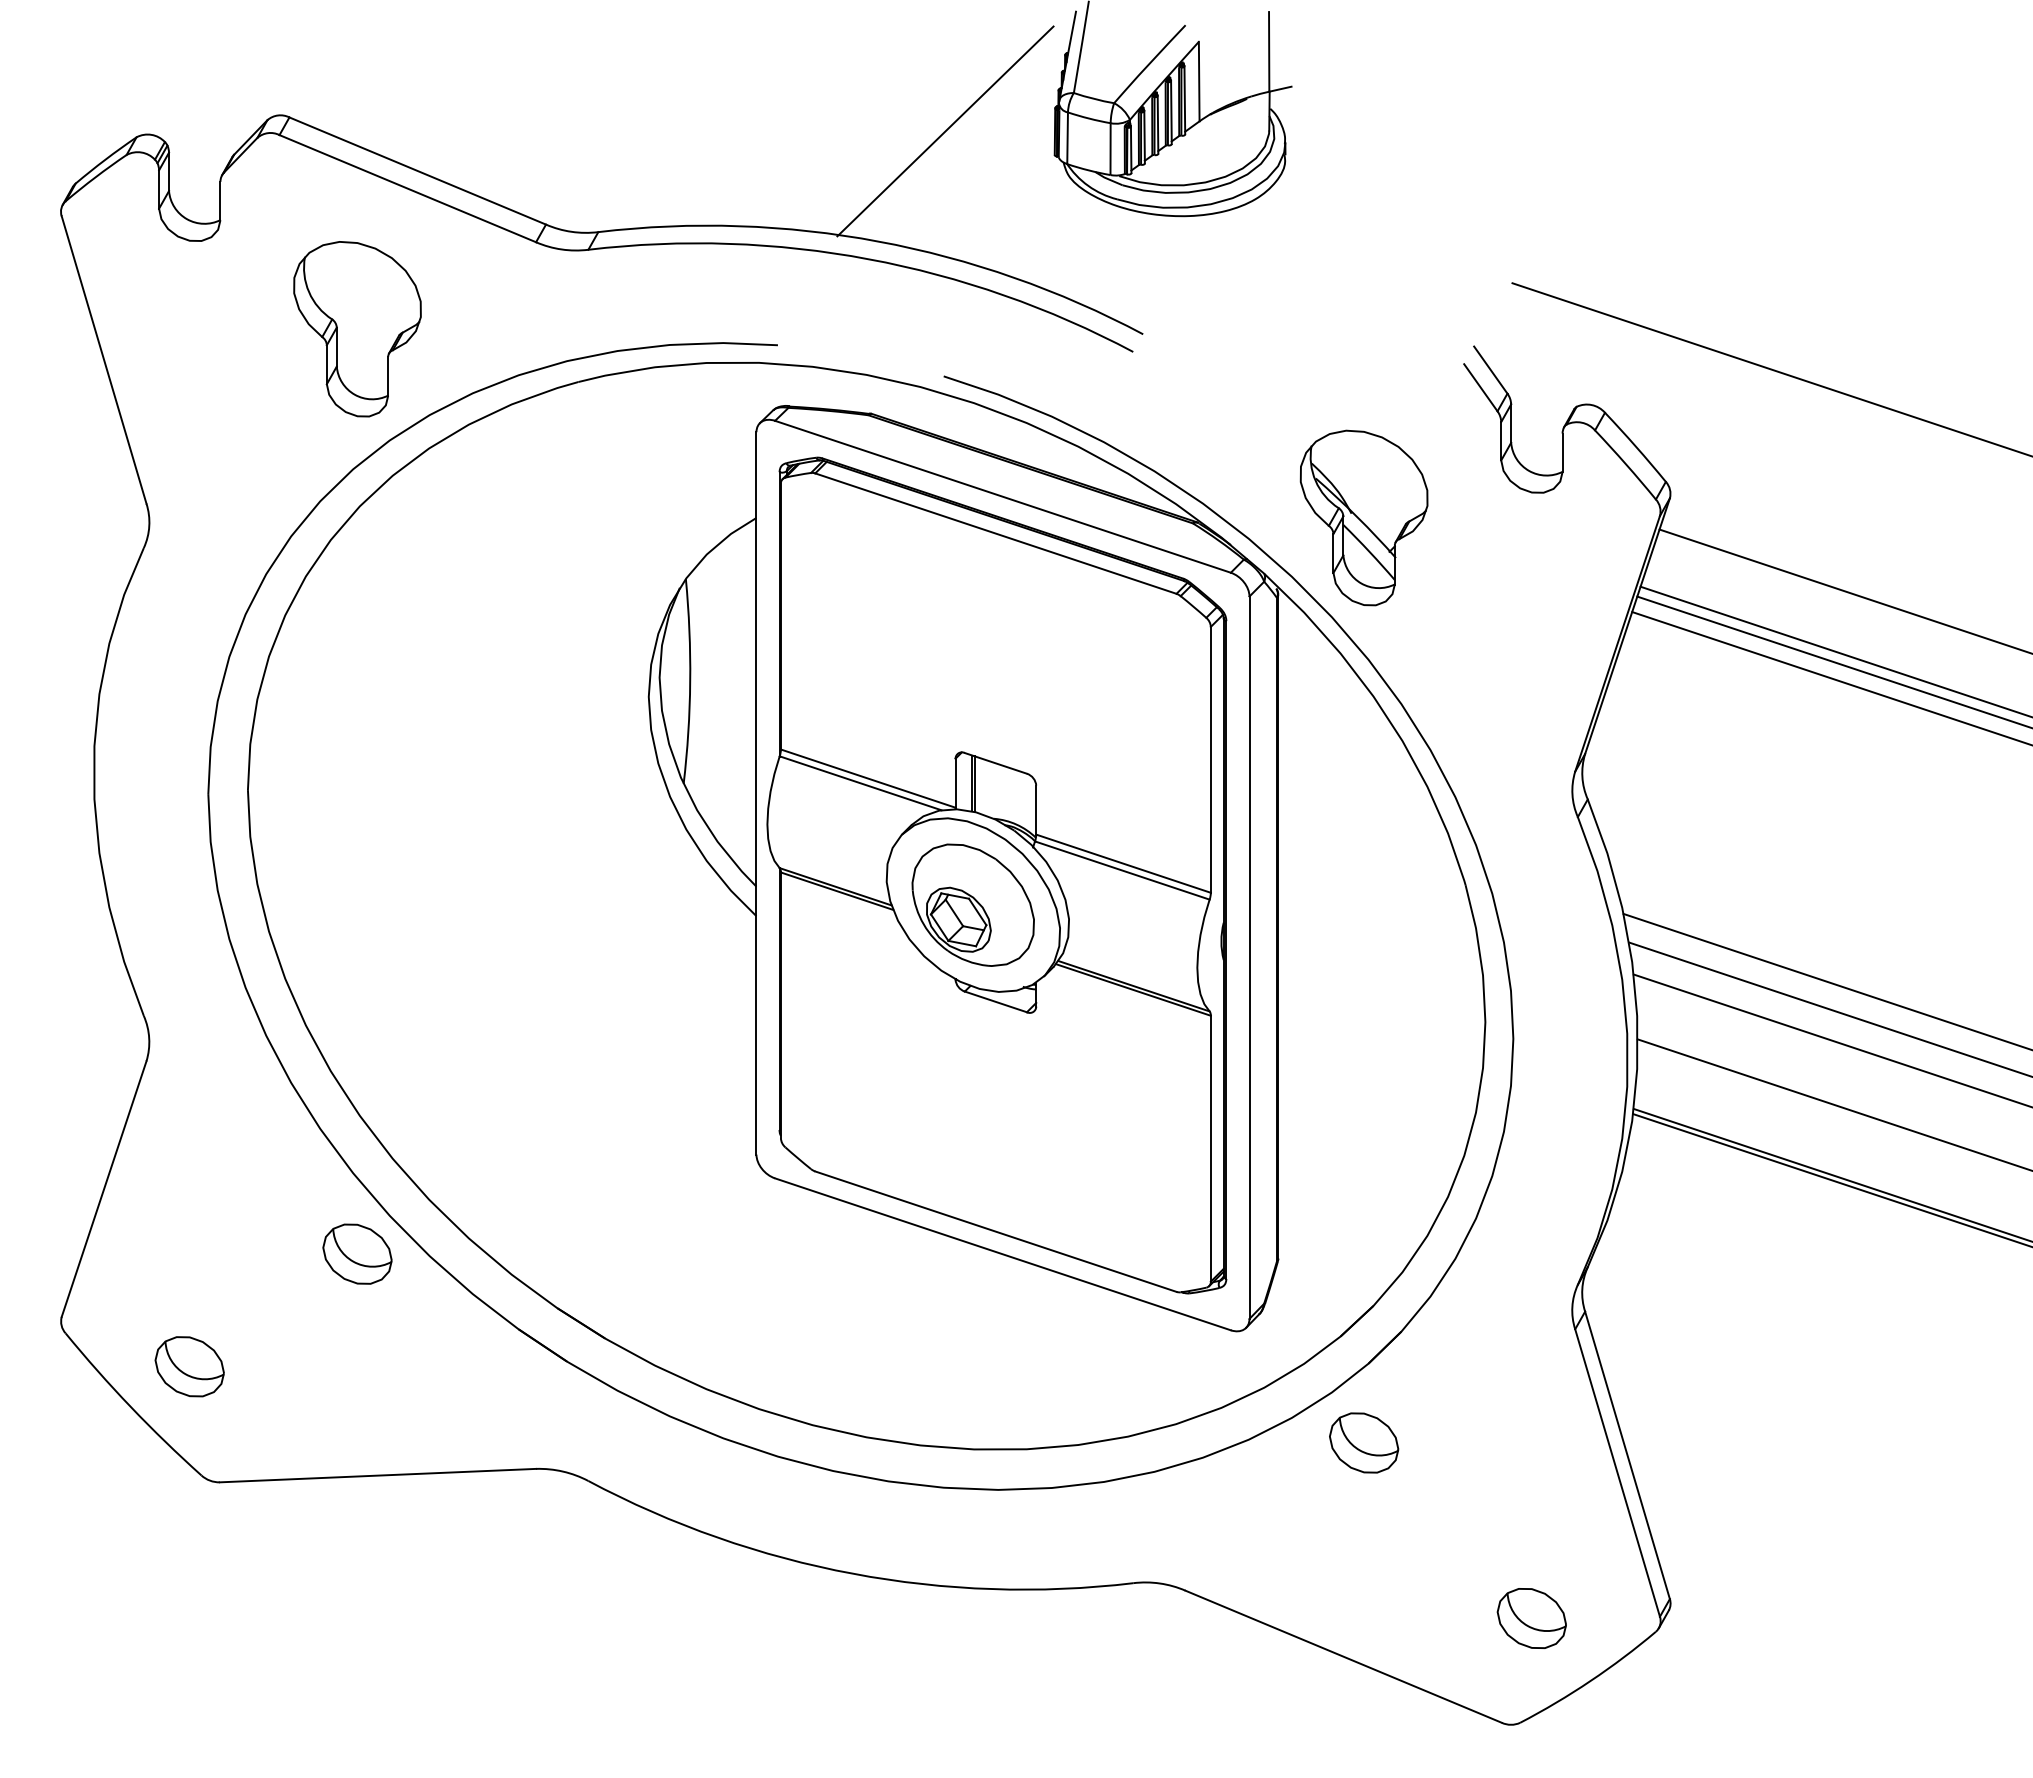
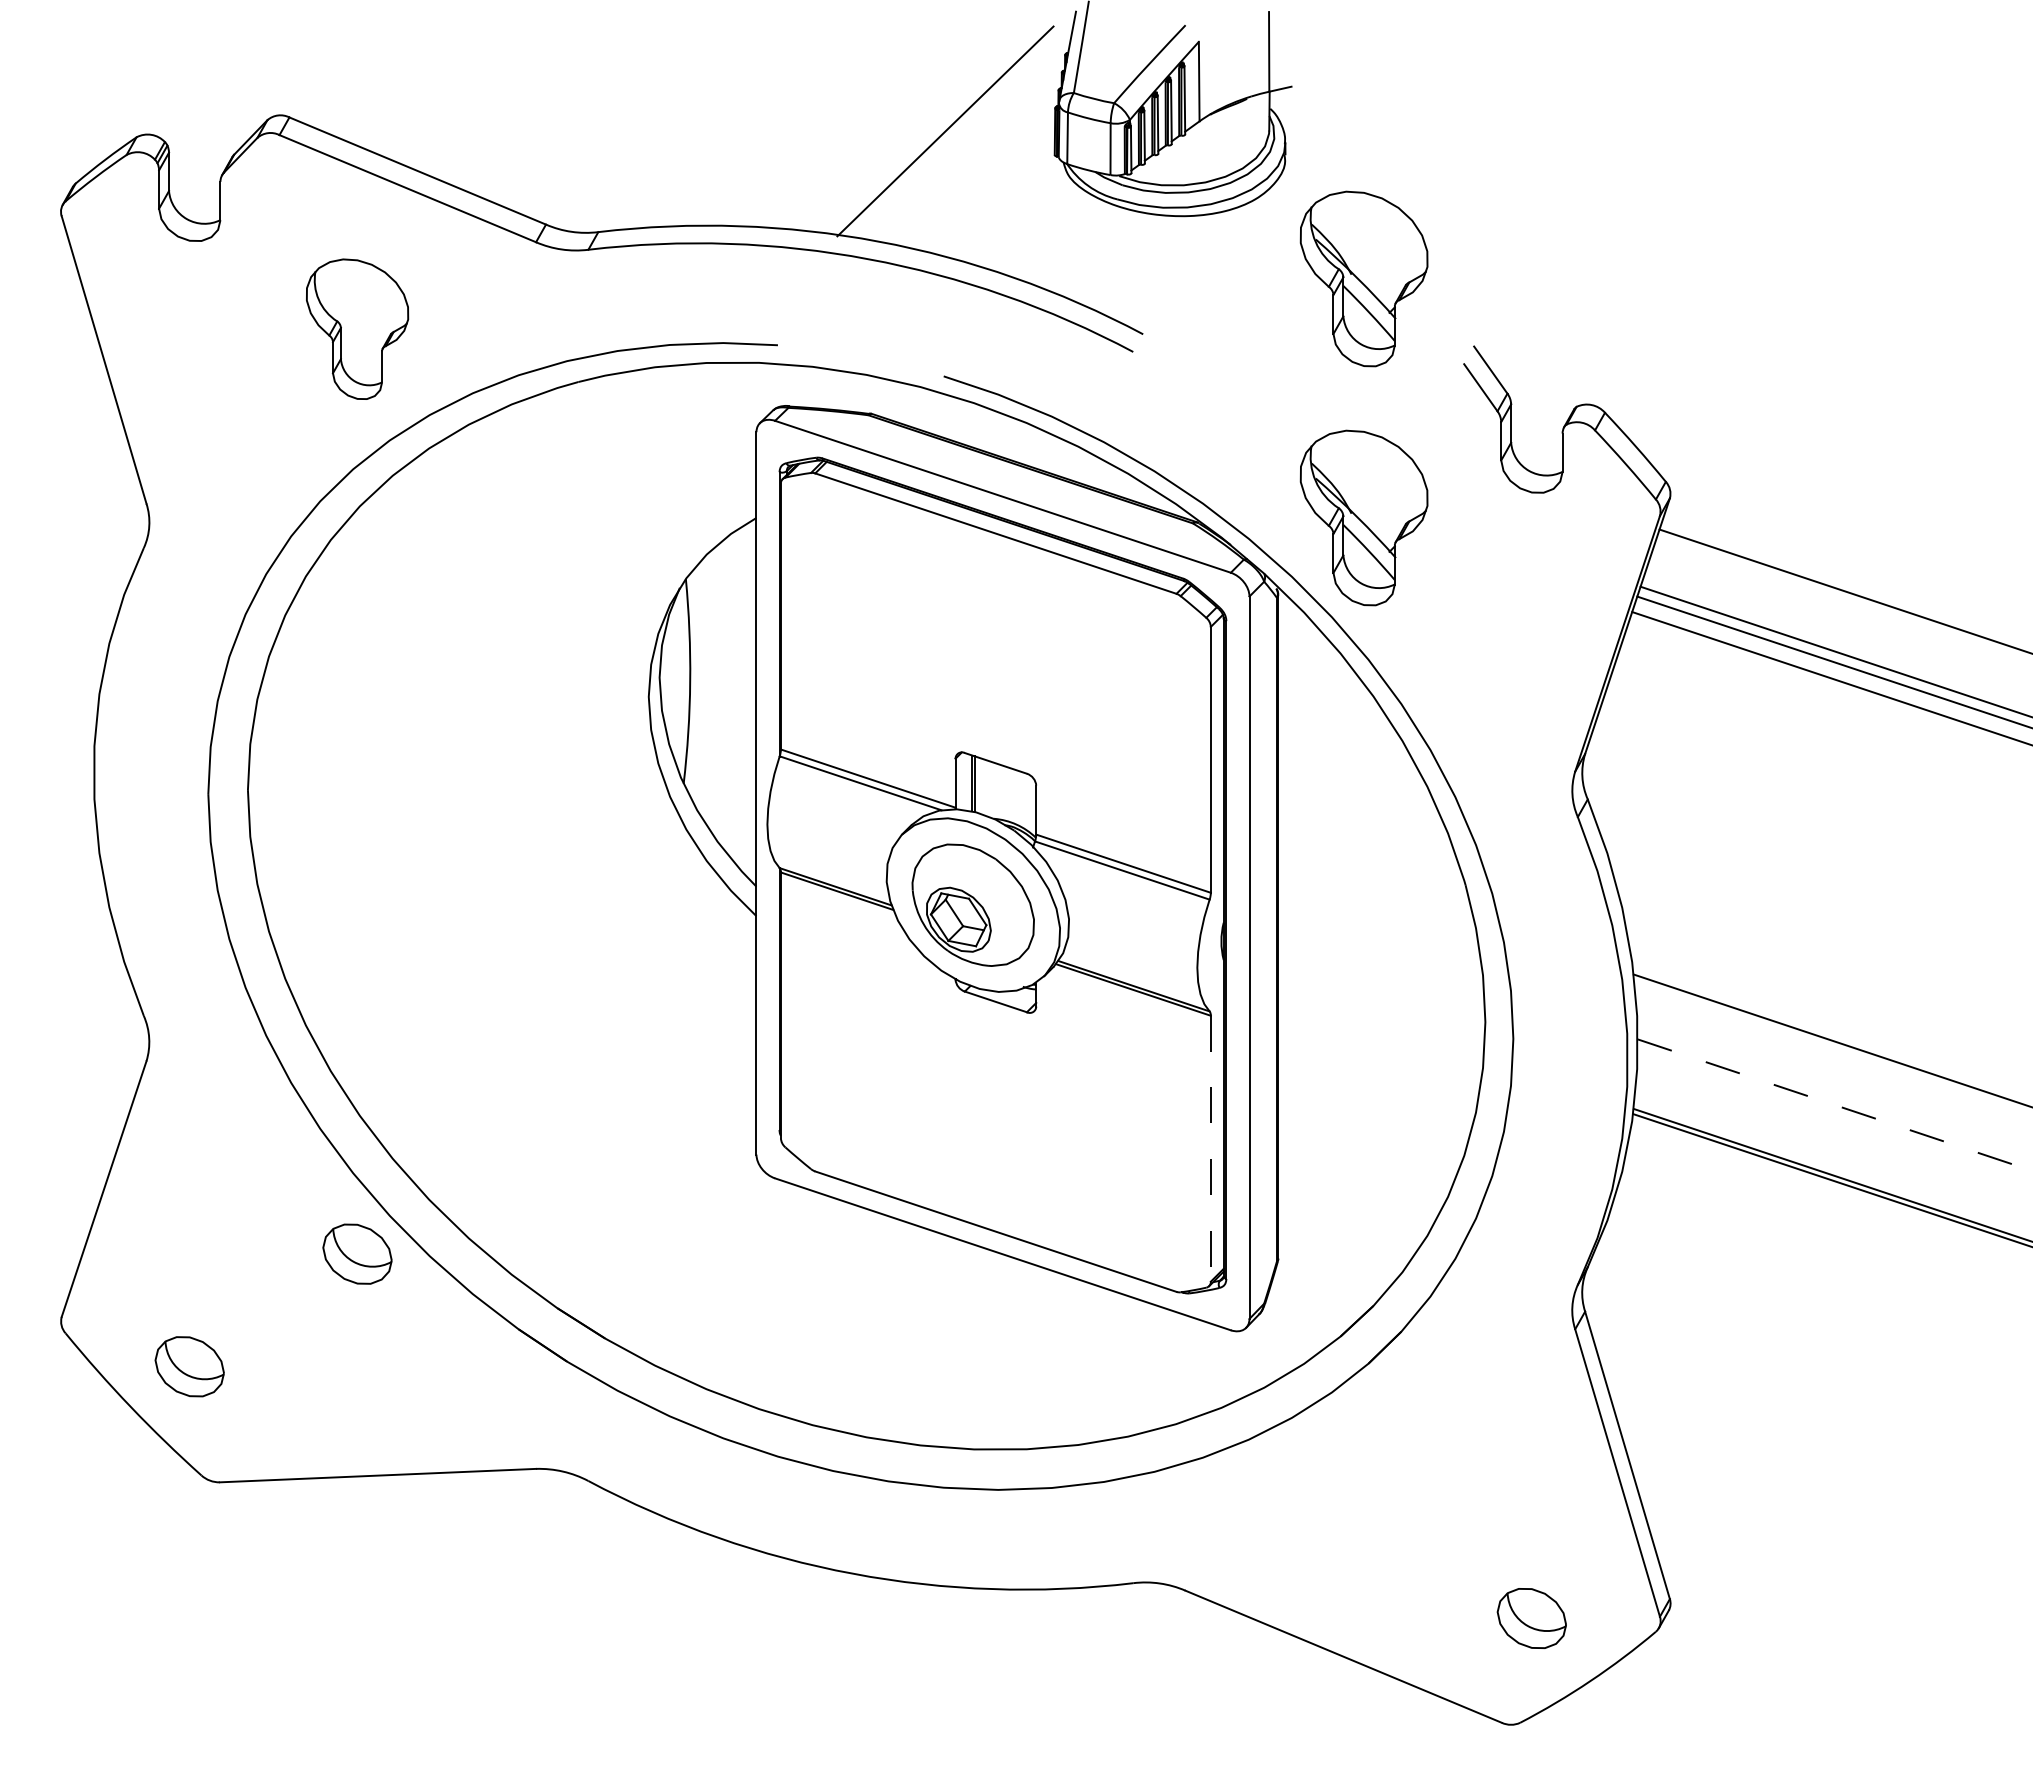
part at (1363, 278): none -> present
part at (357, 329) size: 129x177 px -> 104x142 px
line at (1770, 369): present -> none
line at (1826, 981): present -> none
line at (1829, 1009): present -> none
line at (1835, 1105): solid -> dashed
line at (1210, 1148): solid -> dashed
part at (1364, 1442): present -> none
